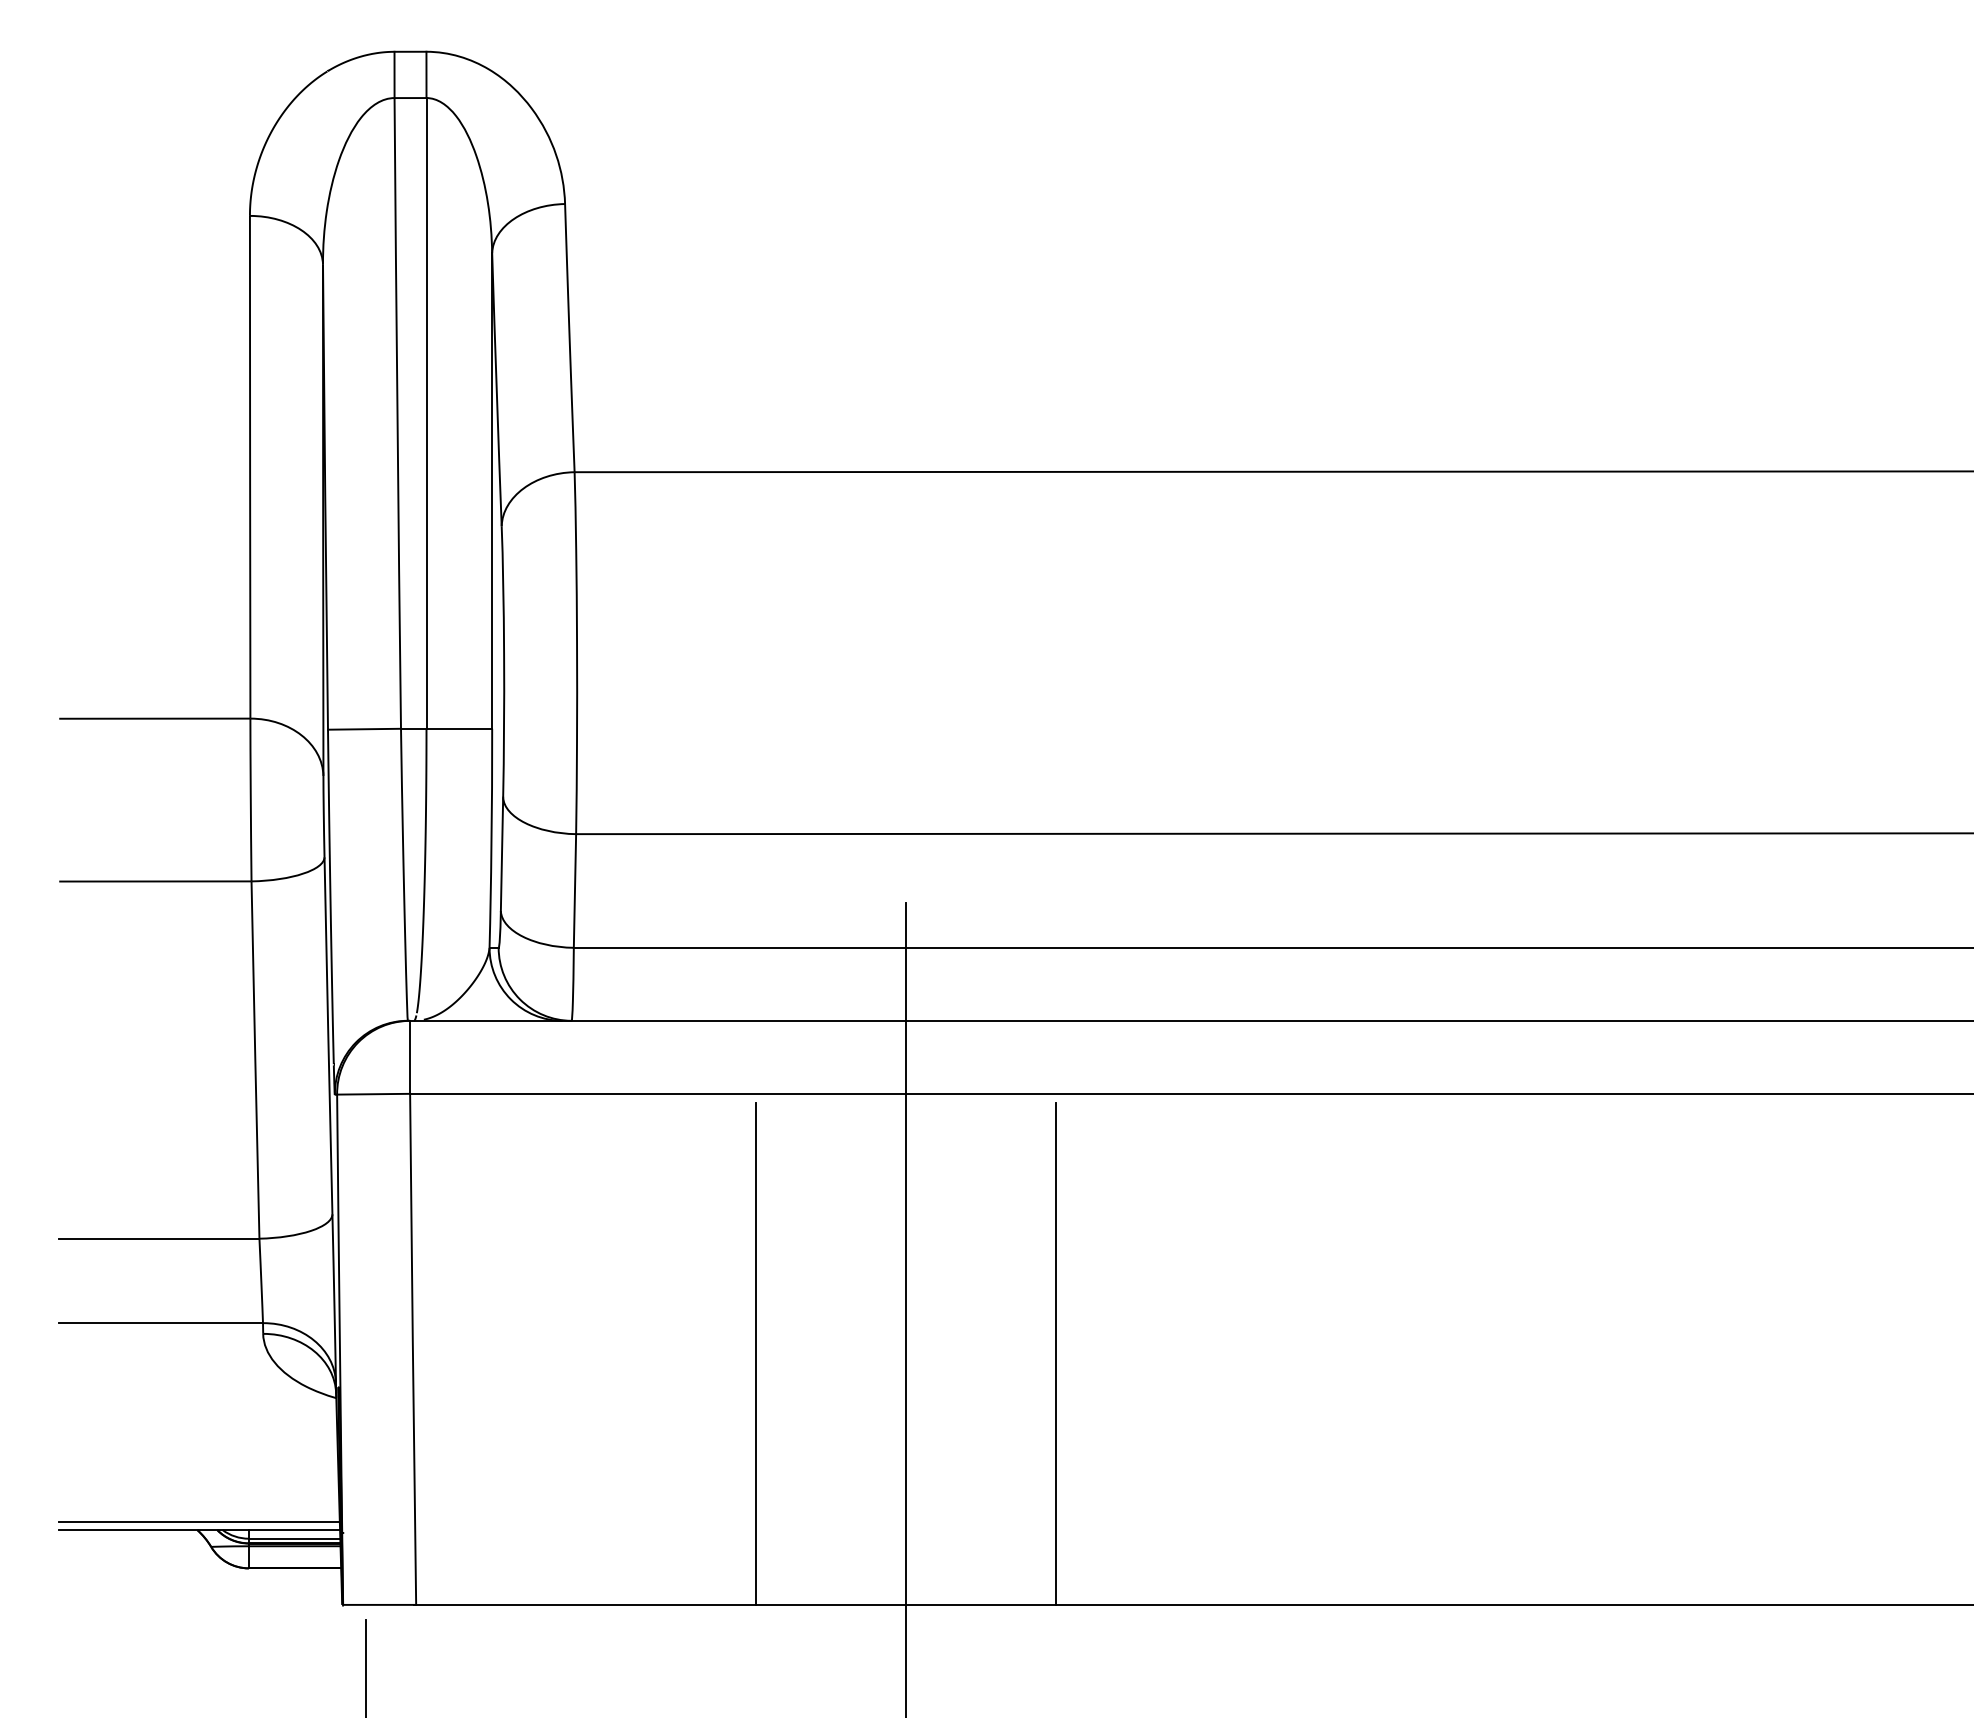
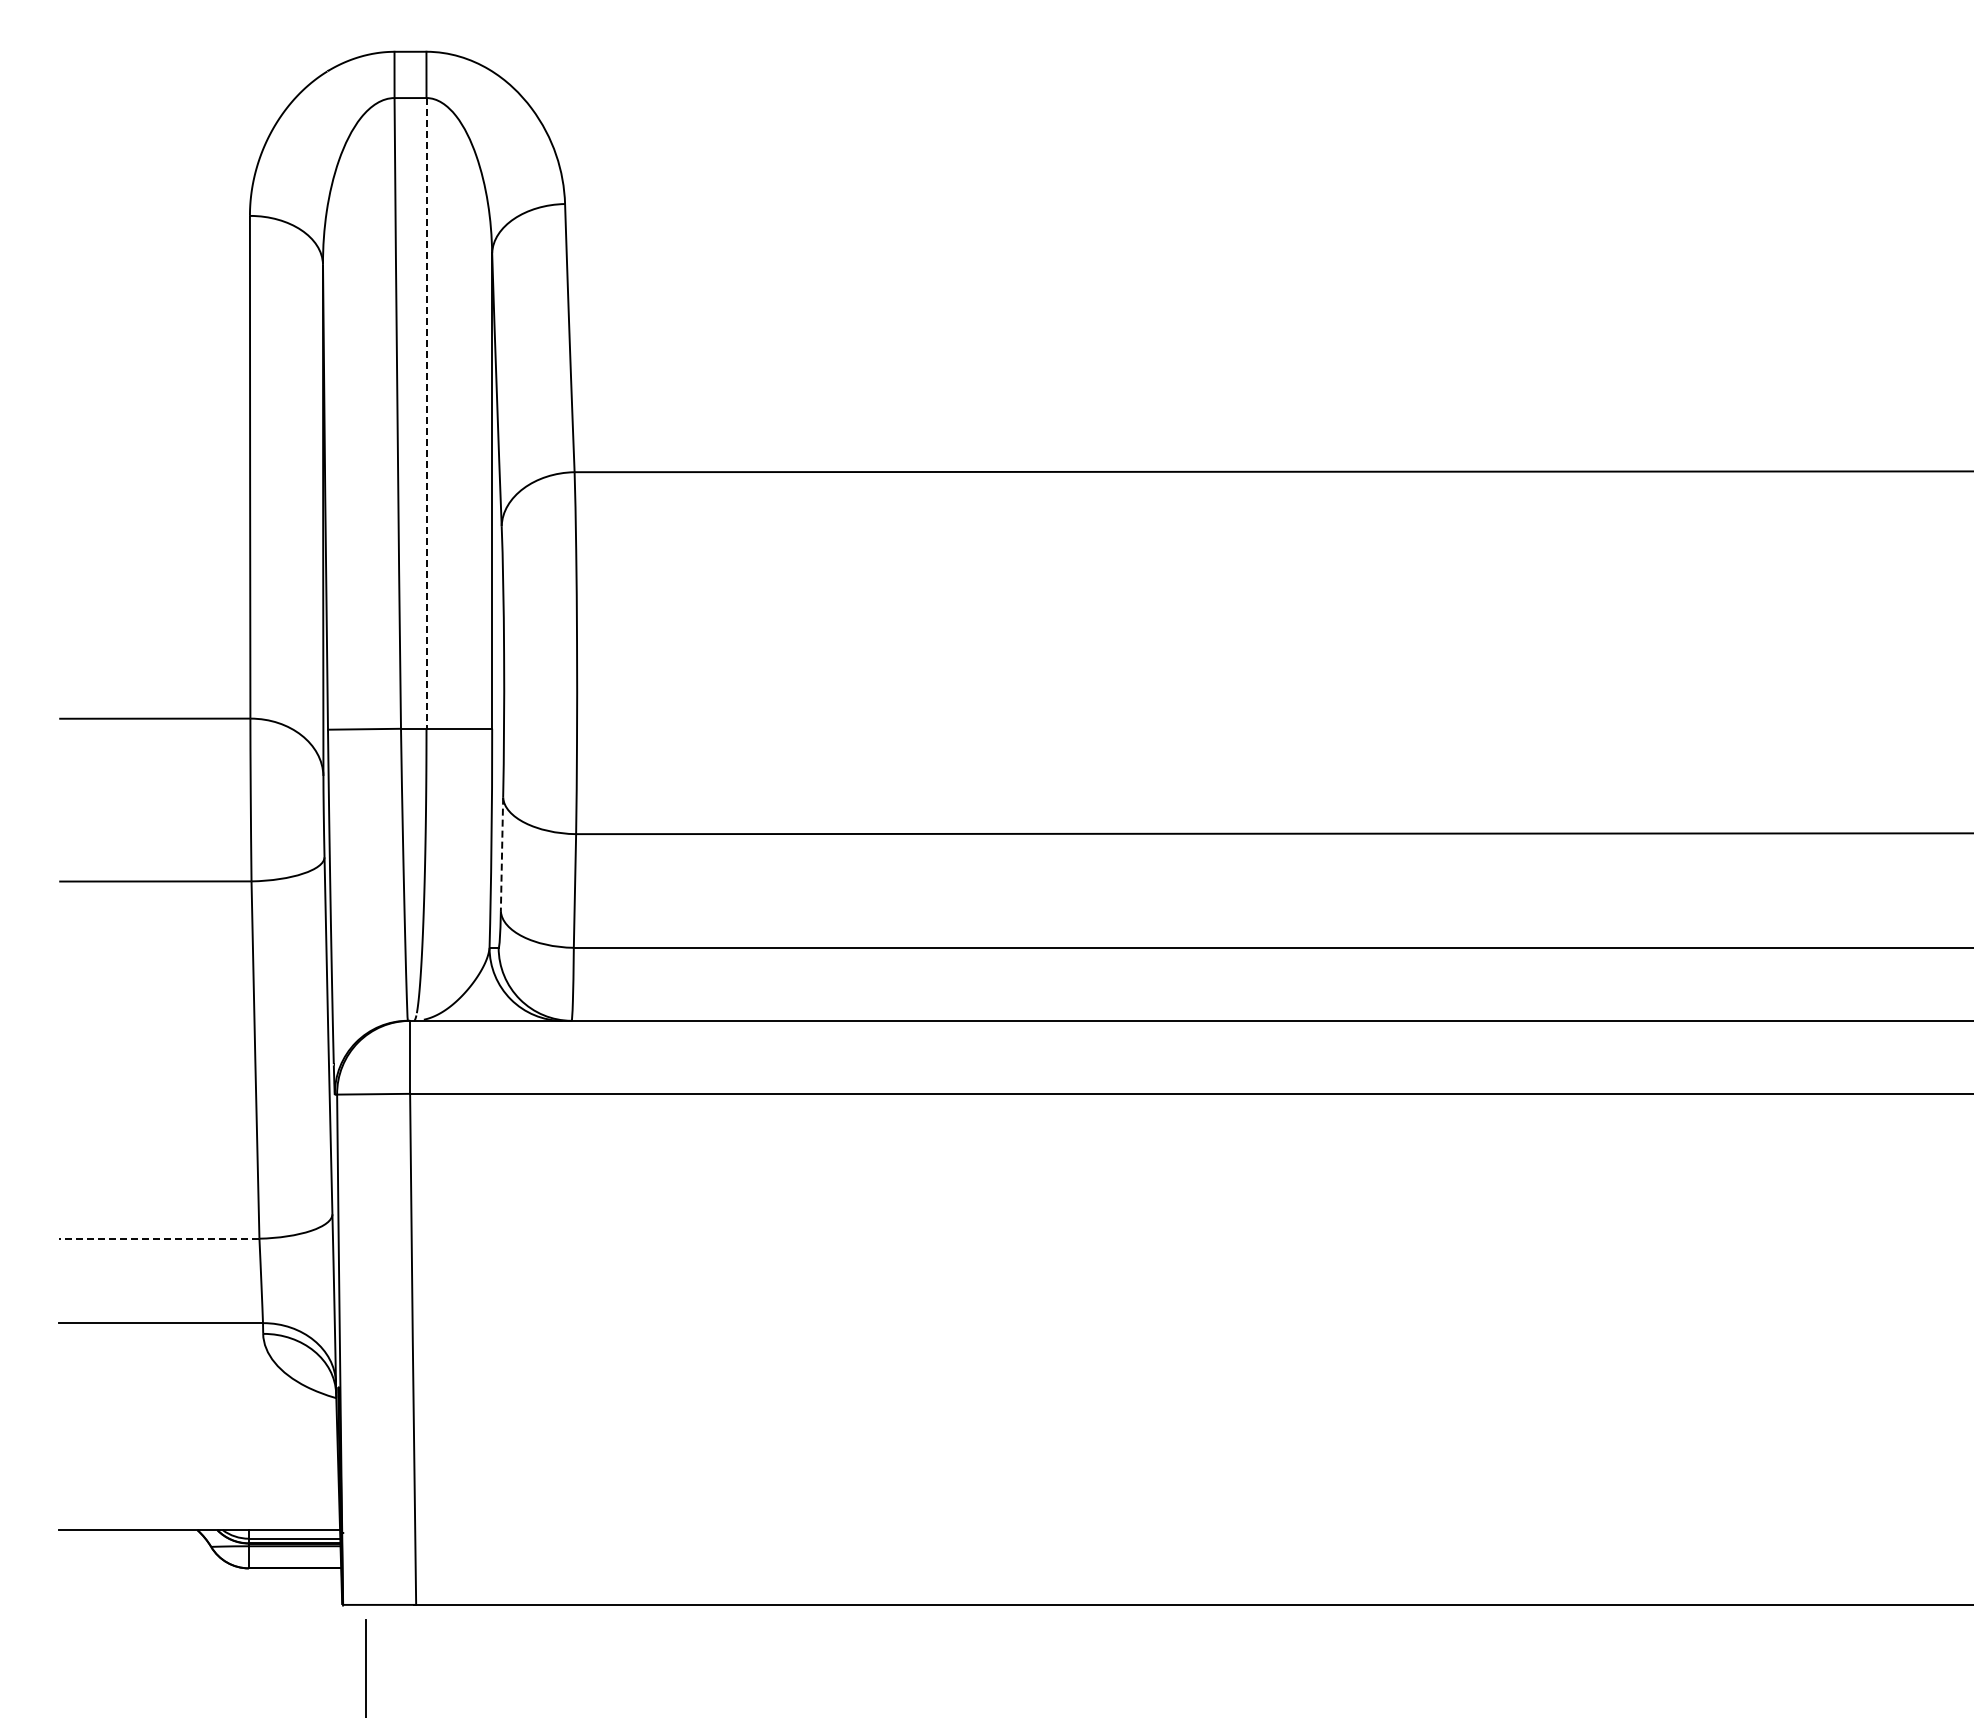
line at (426, 413): solid -> dashed
line at (502, 854): solid -> dashed
line at (158, 1238): solid -> dashed
line at (906, 1308): present -> none
line at (755, 1353): present -> none
line at (1056, 1353): present -> none
line at (199, 1521): present -> none
